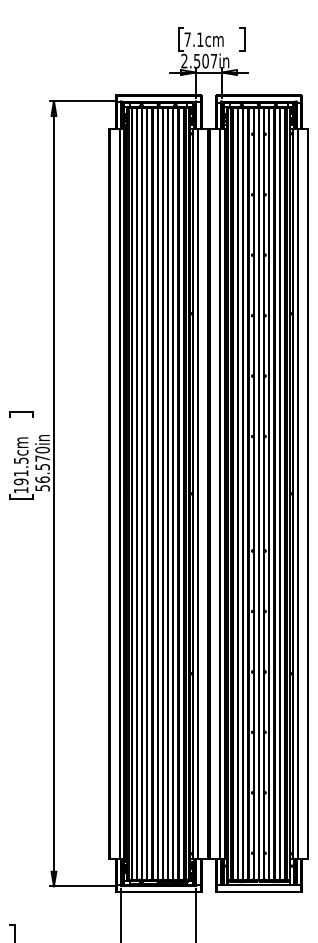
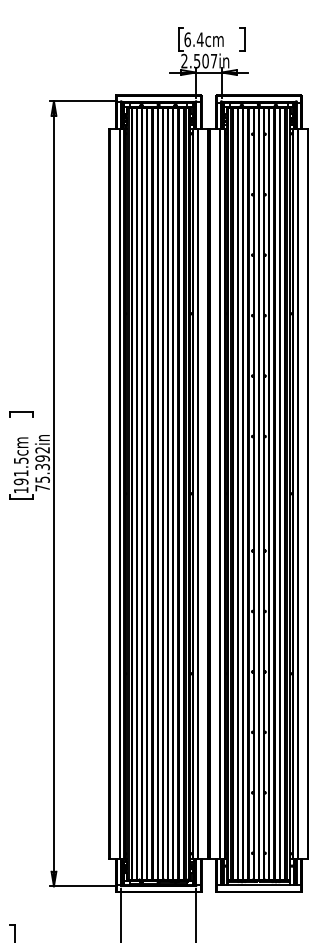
text at (193, 39): 7.1cm -> 6.4cm
text at (42, 468): 56.570in -> 75.392in
